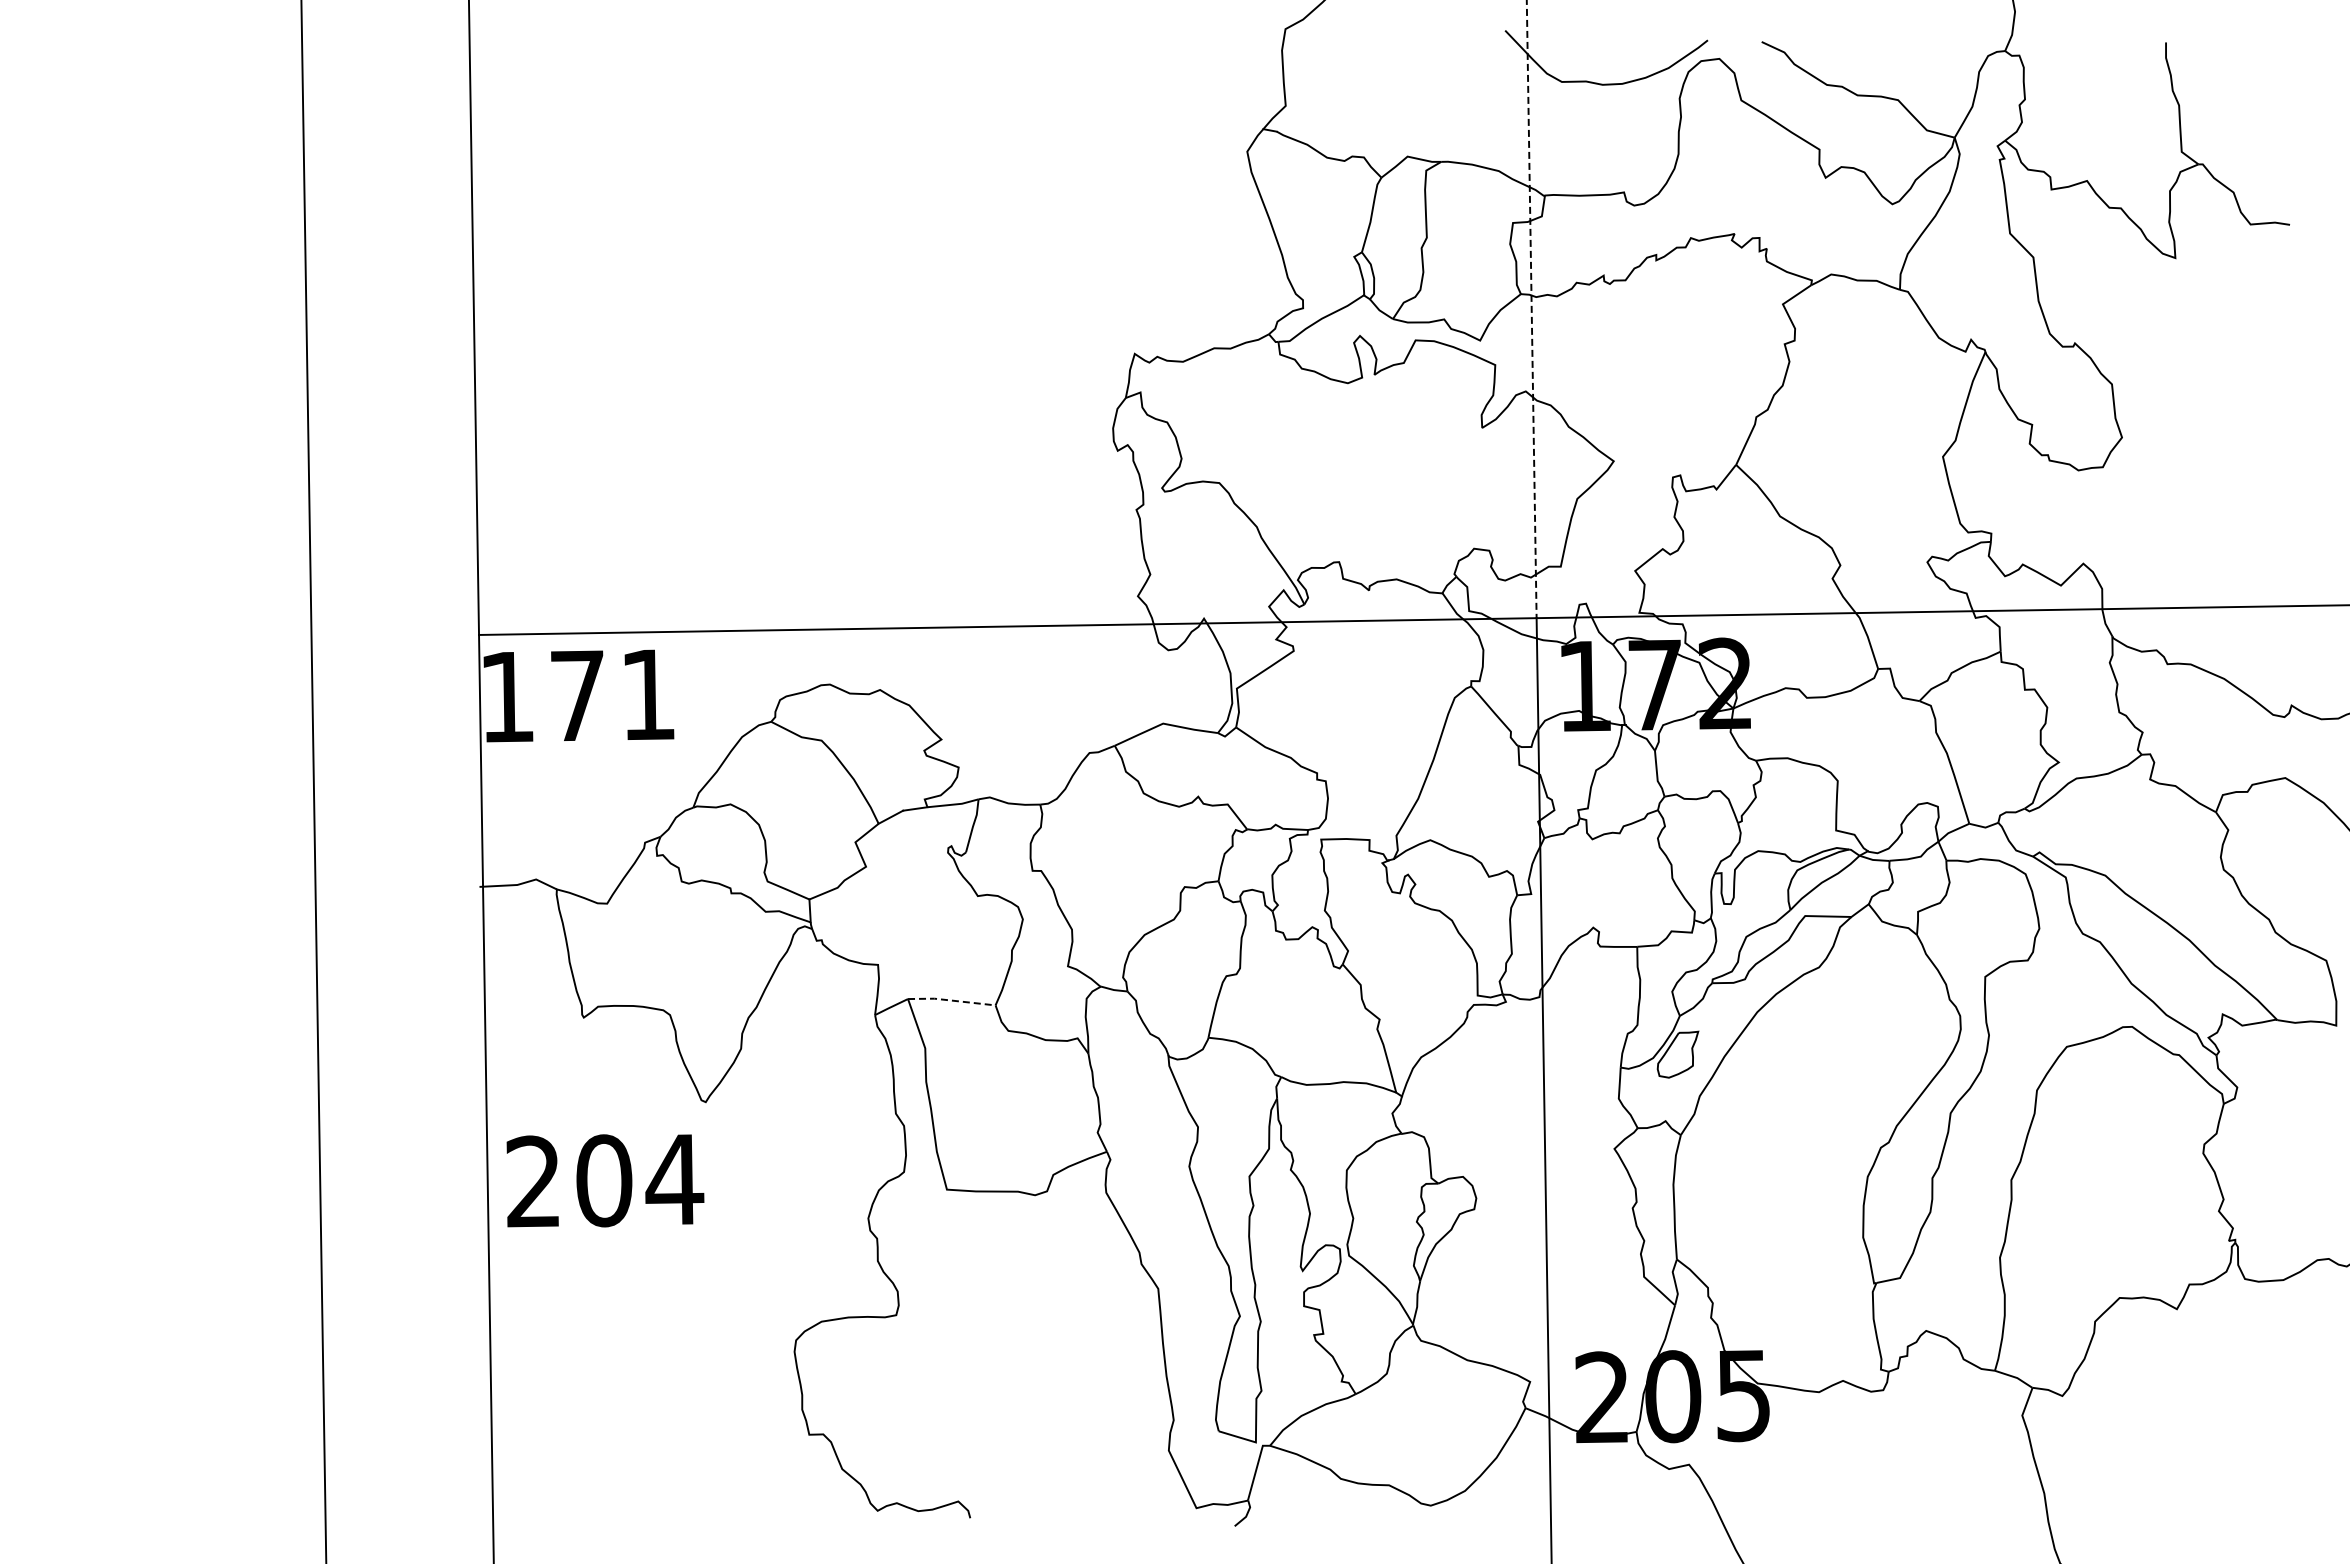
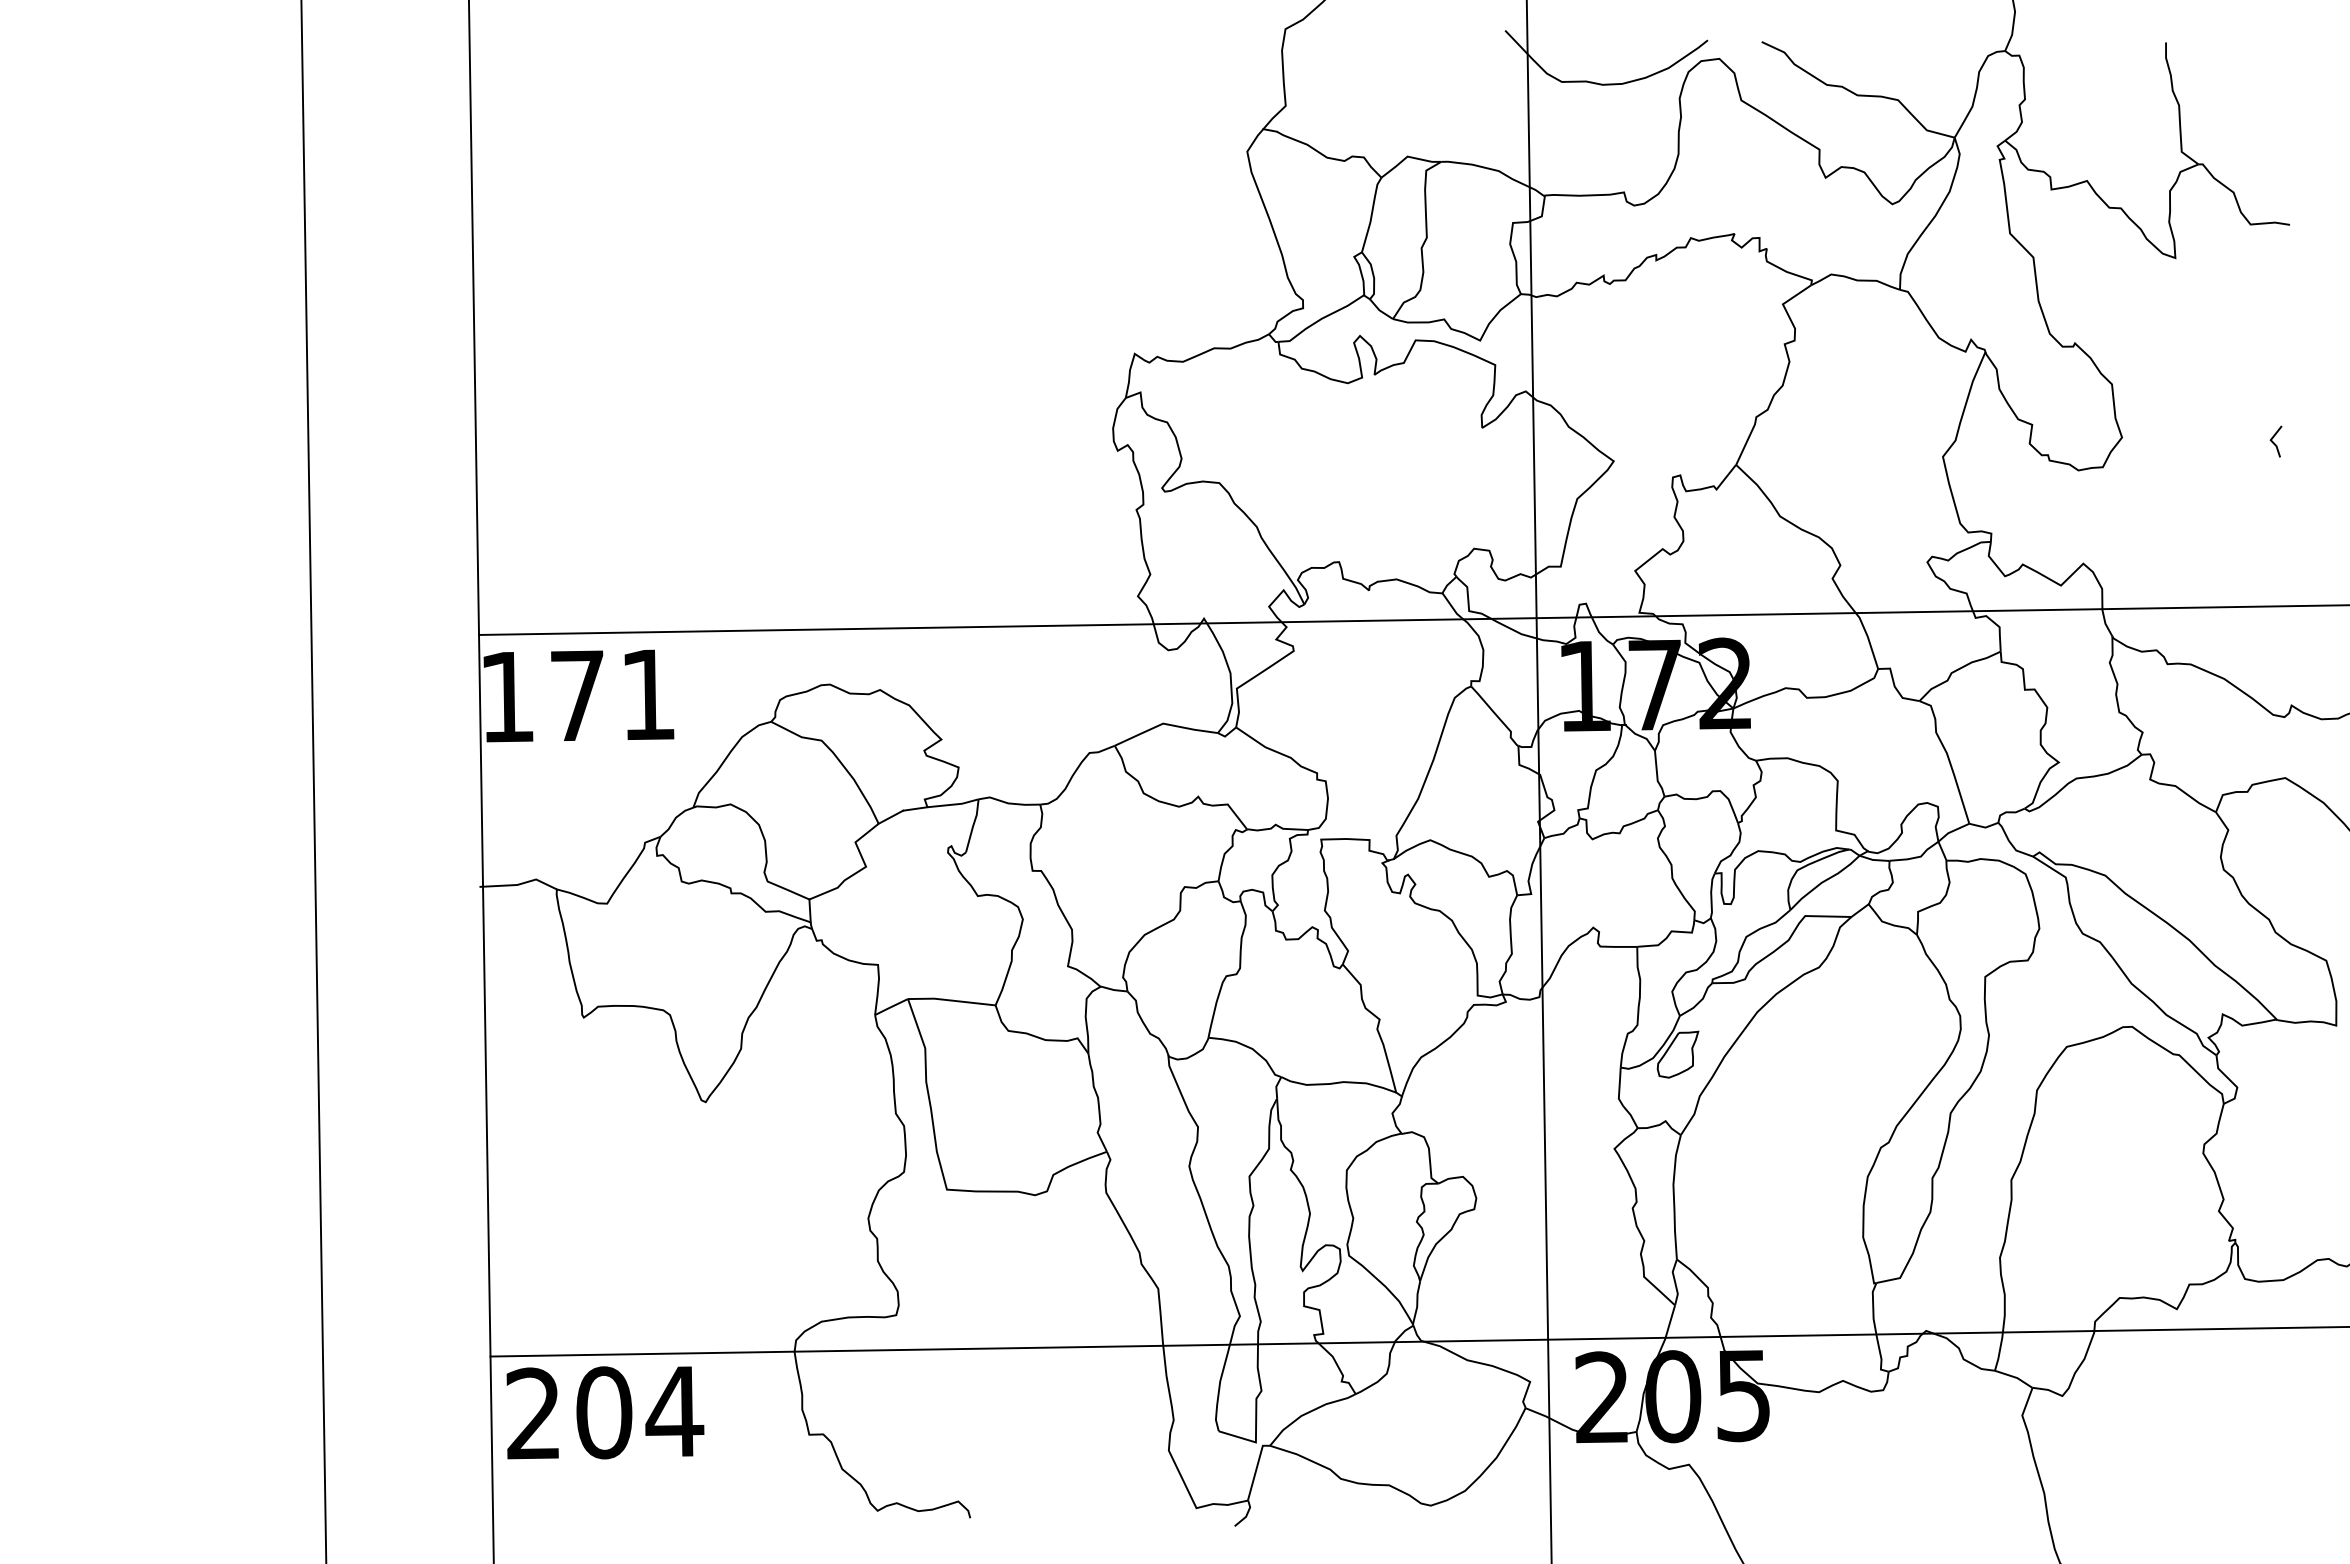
line at (1531, 309): dashed -> solid
line at (2274, 442): none -> present
line at (951, 1000): dashed -> solid
text at (605, 1180) position: (605, 1180) -> (605, 1412)
line at (1418, 1341): none -> present
